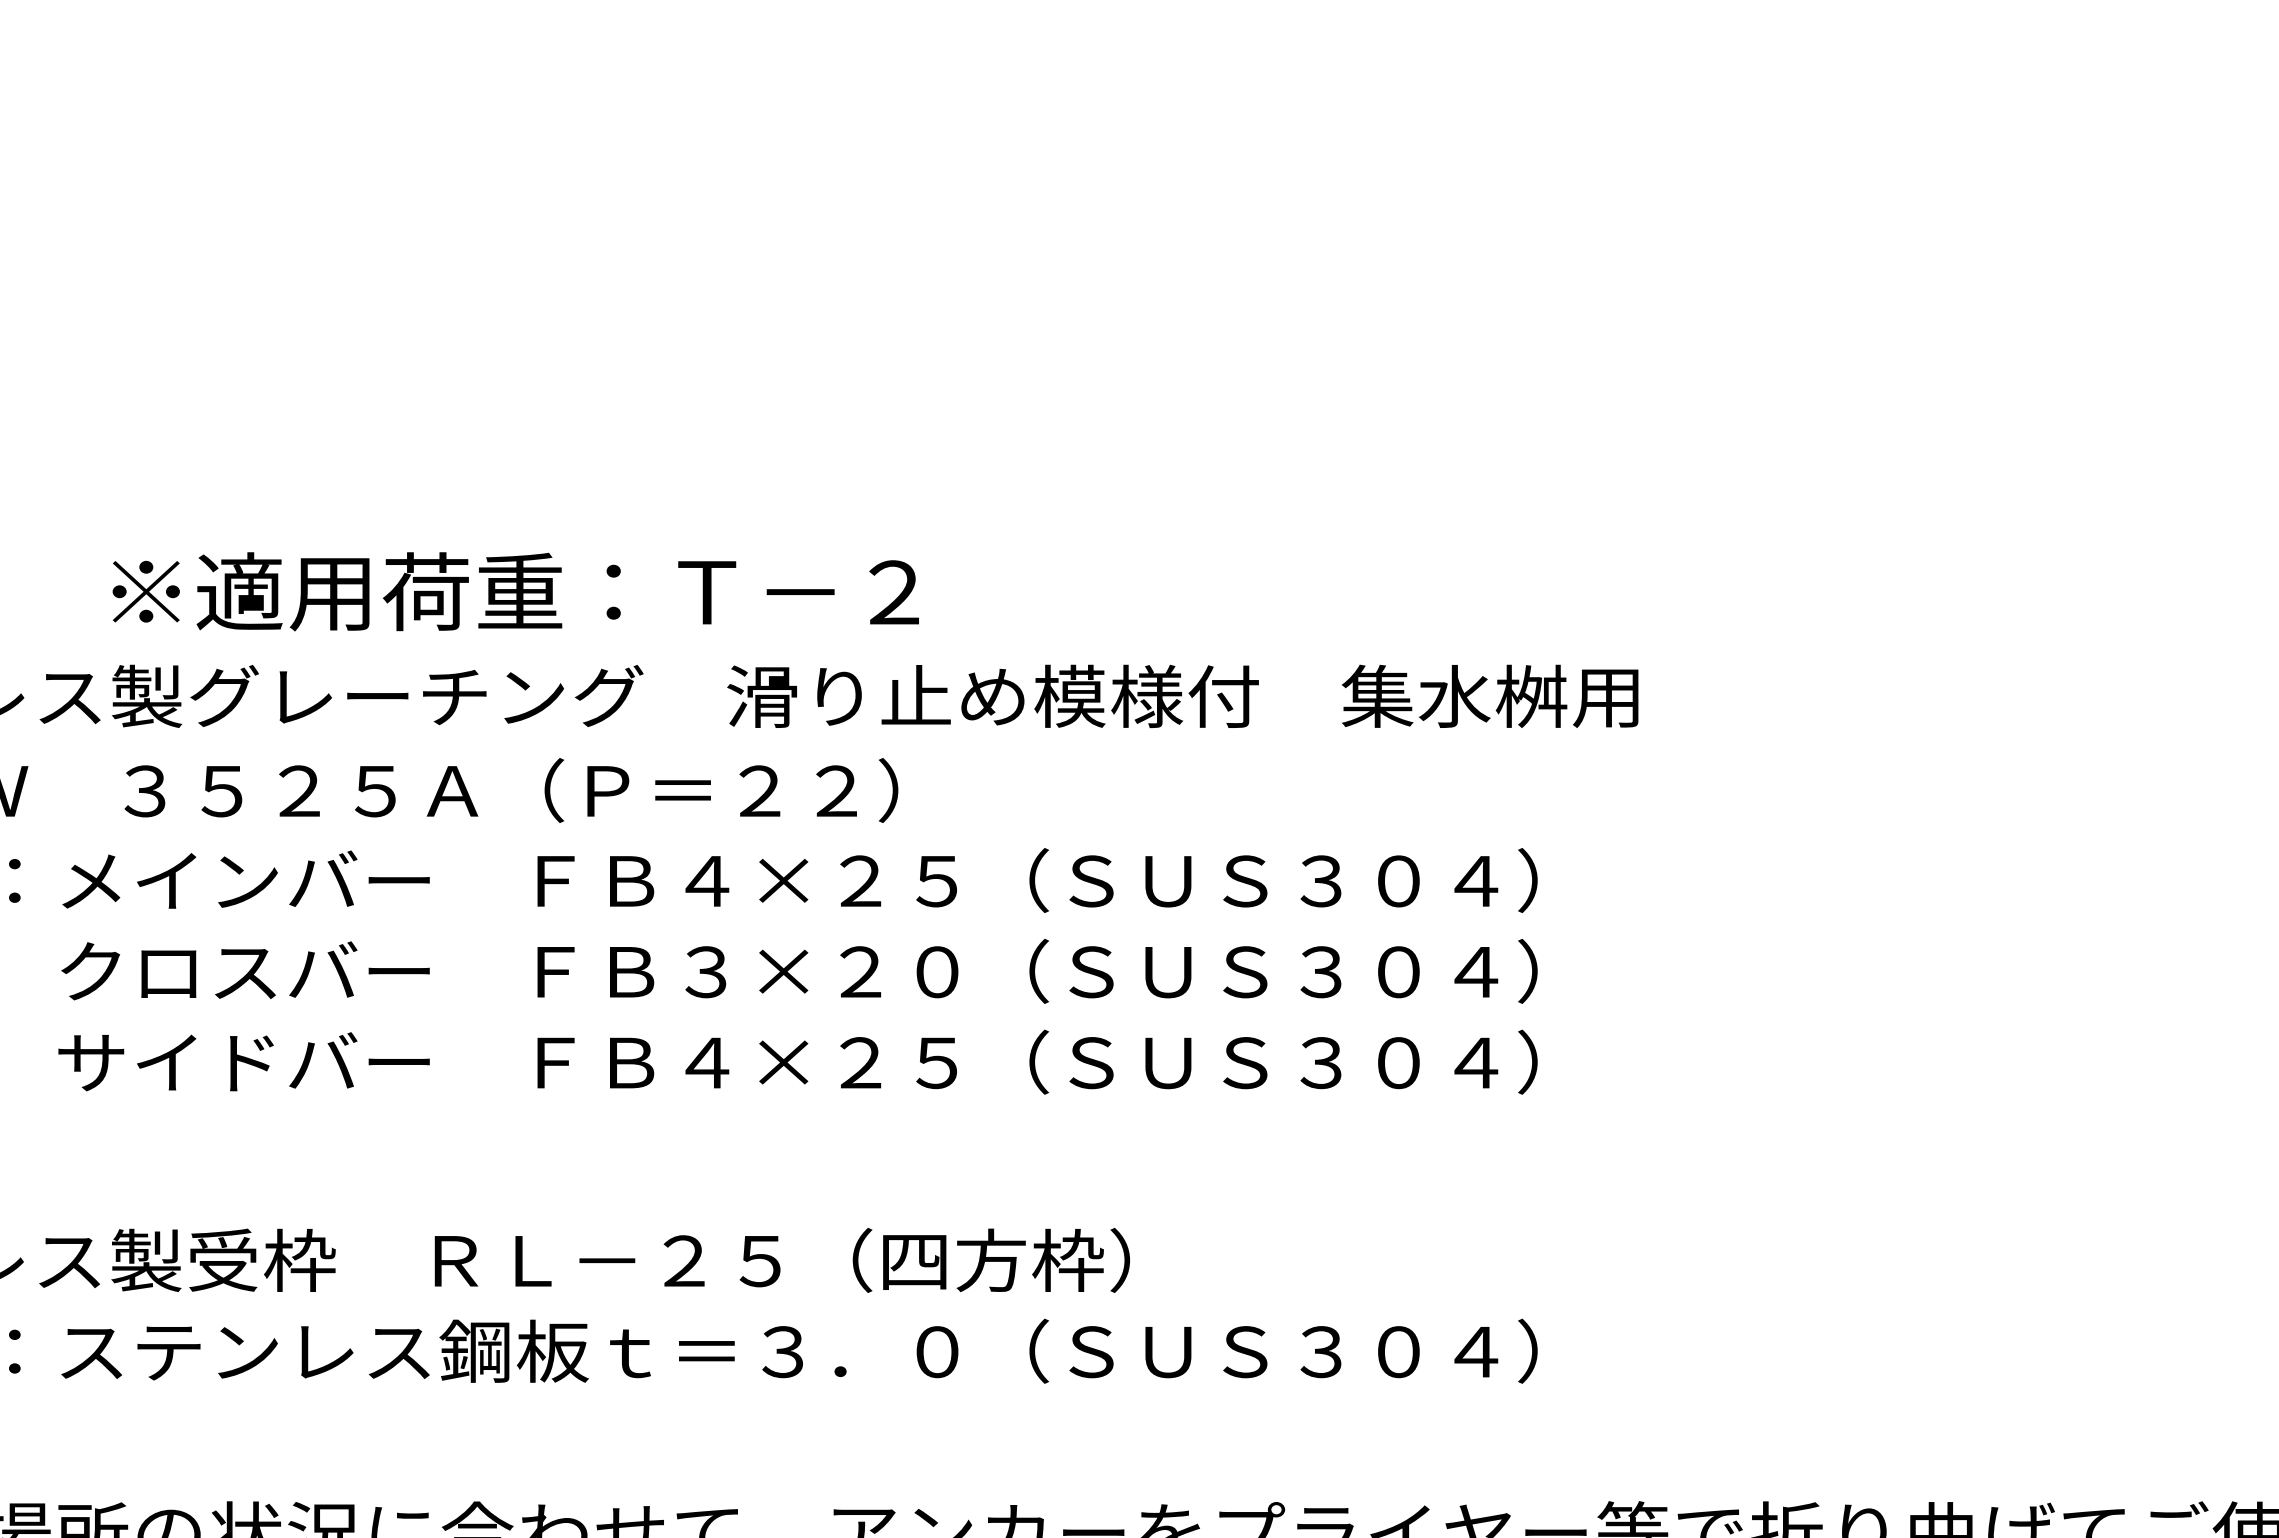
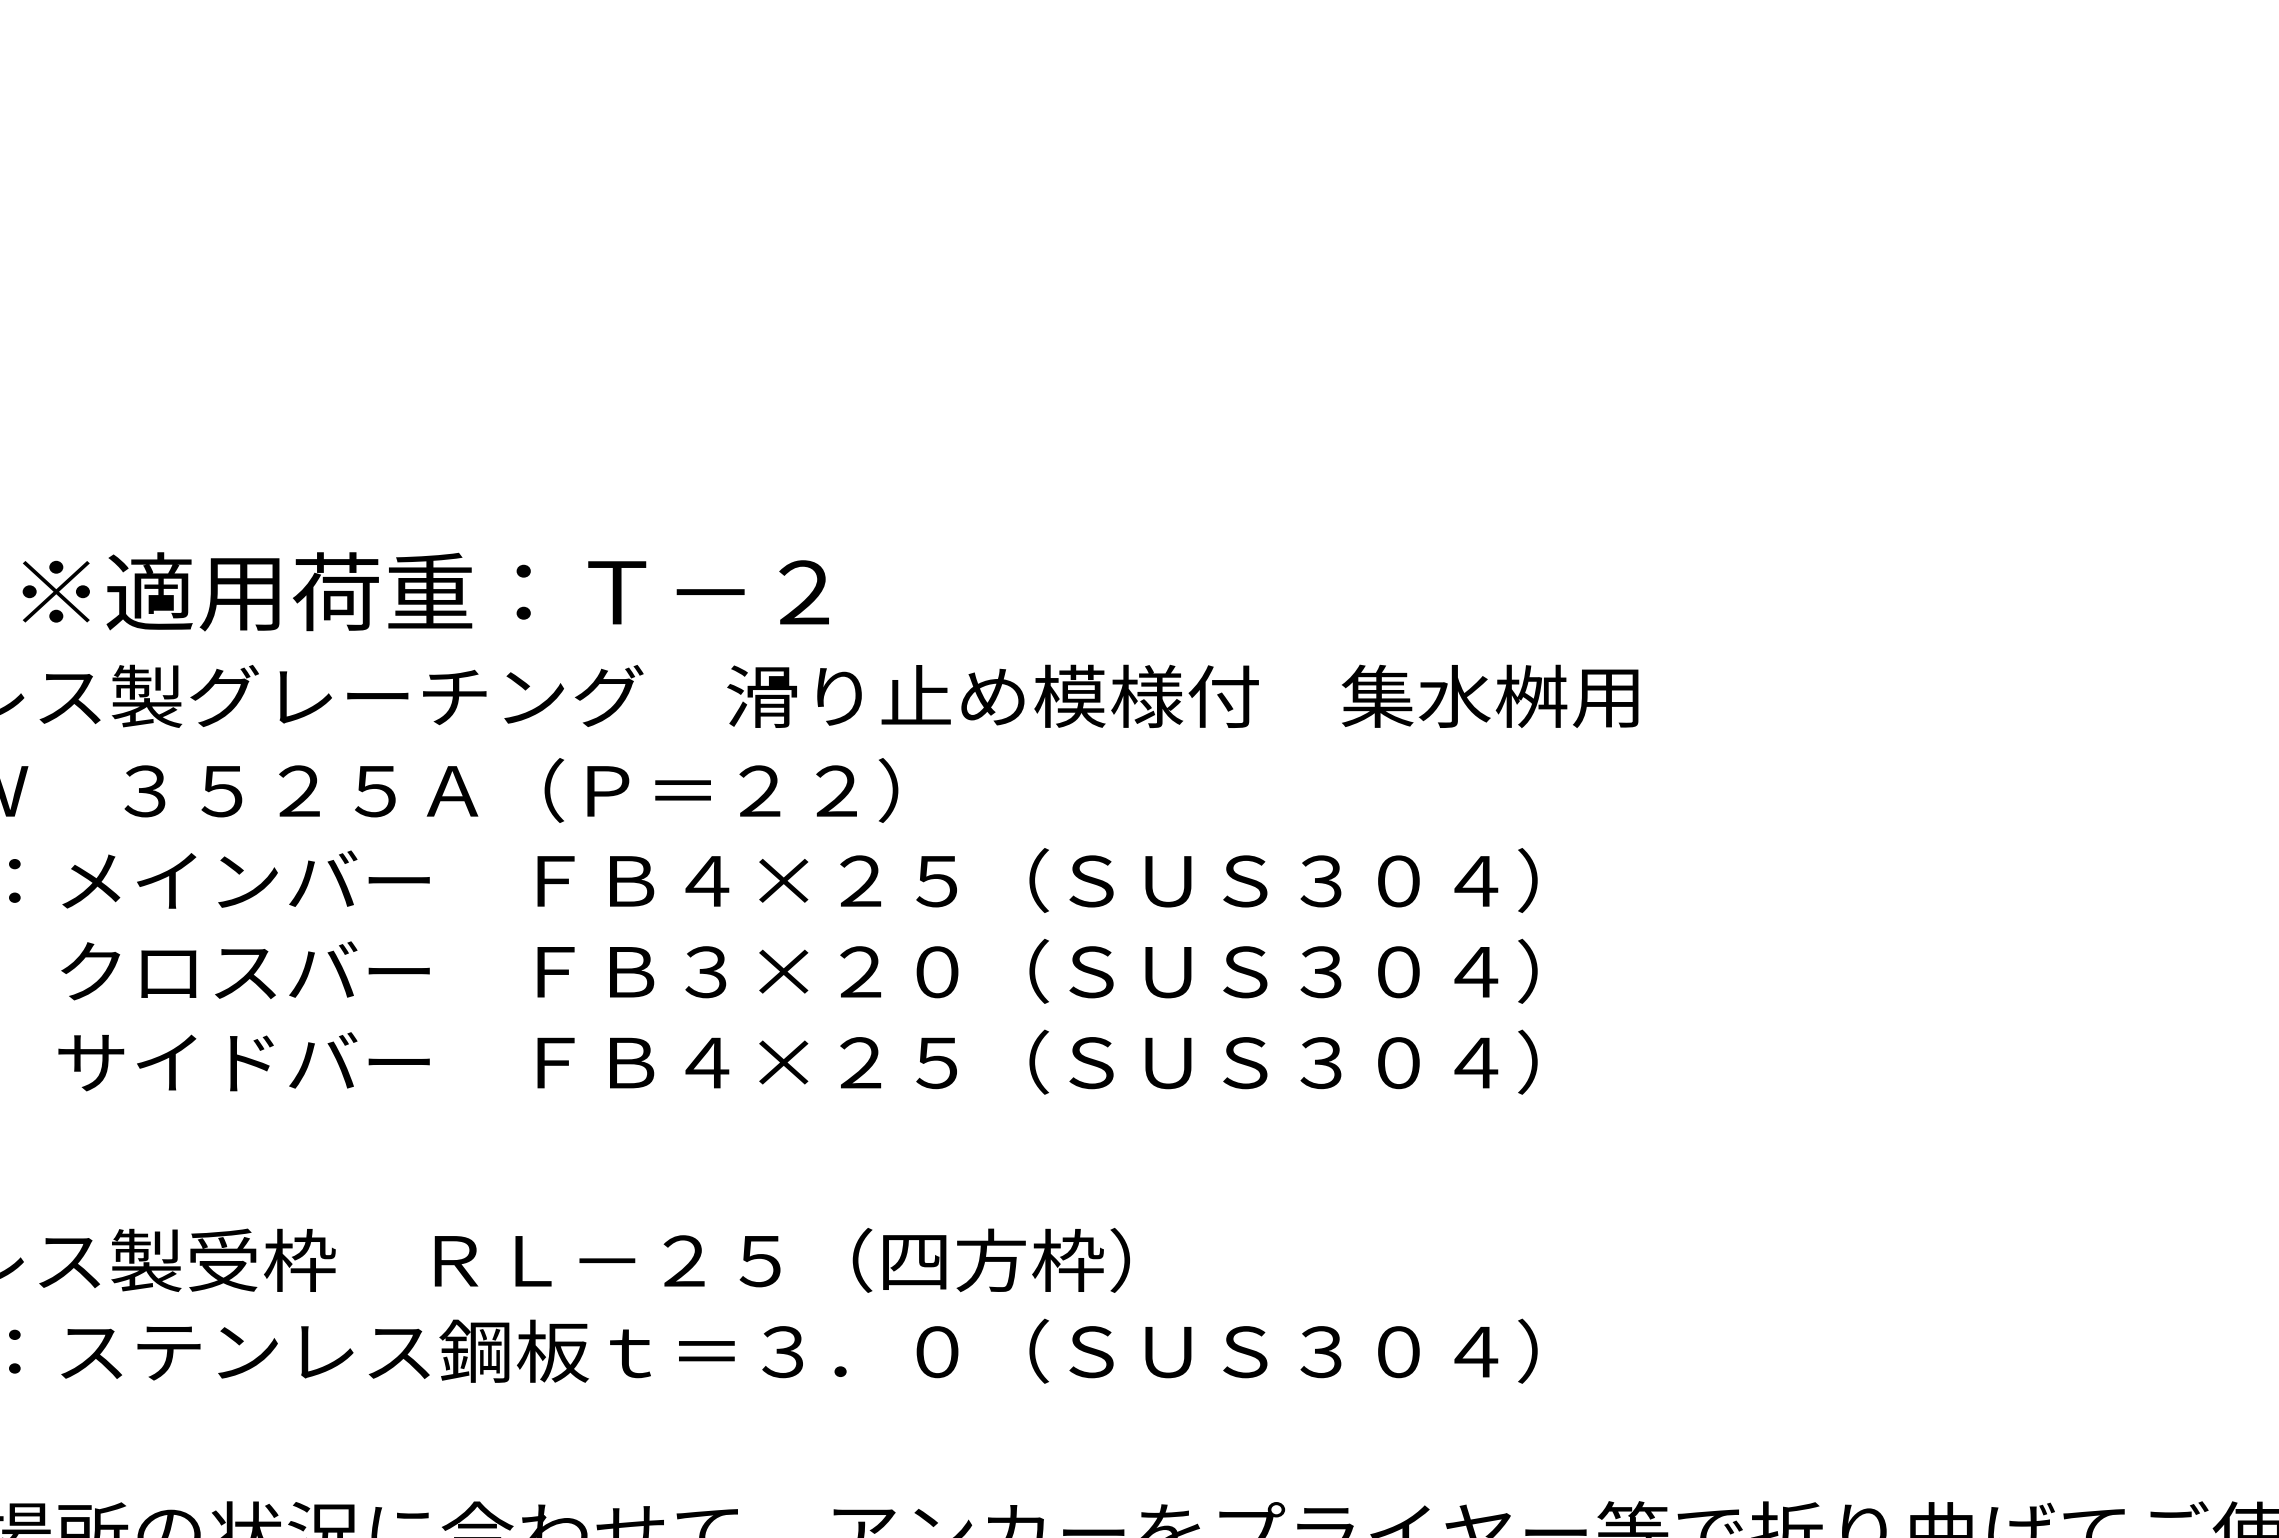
text at (515, 591) position: (515, 591) -> (425, 591)
